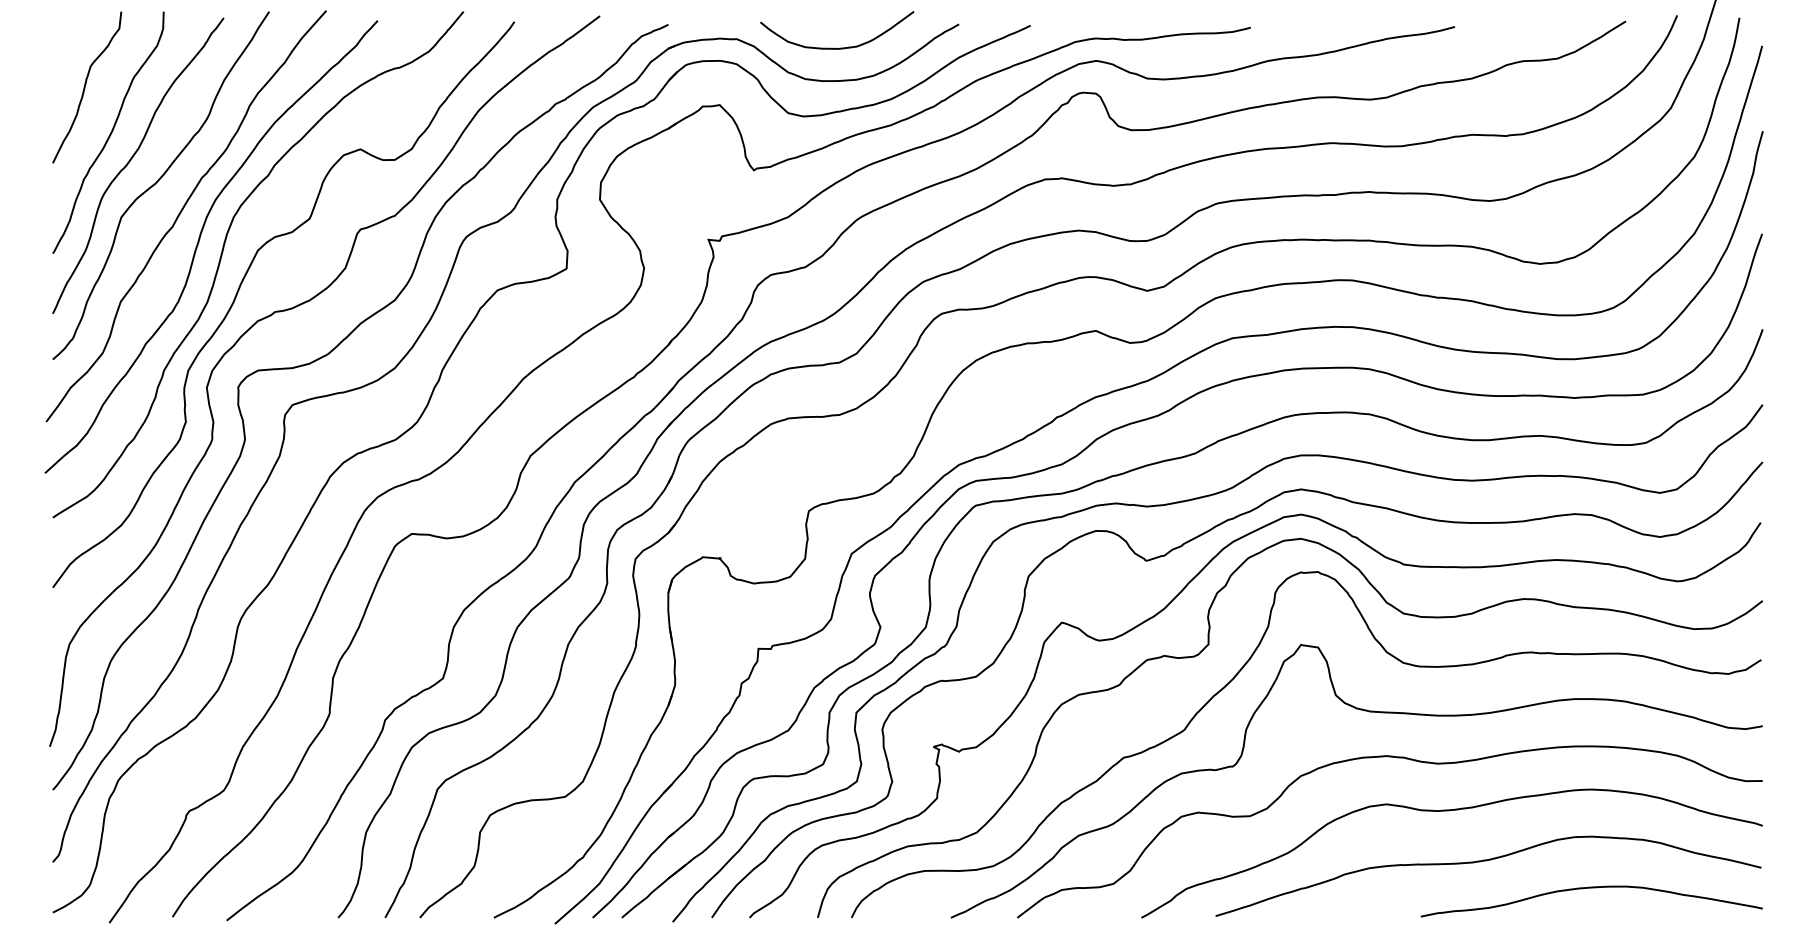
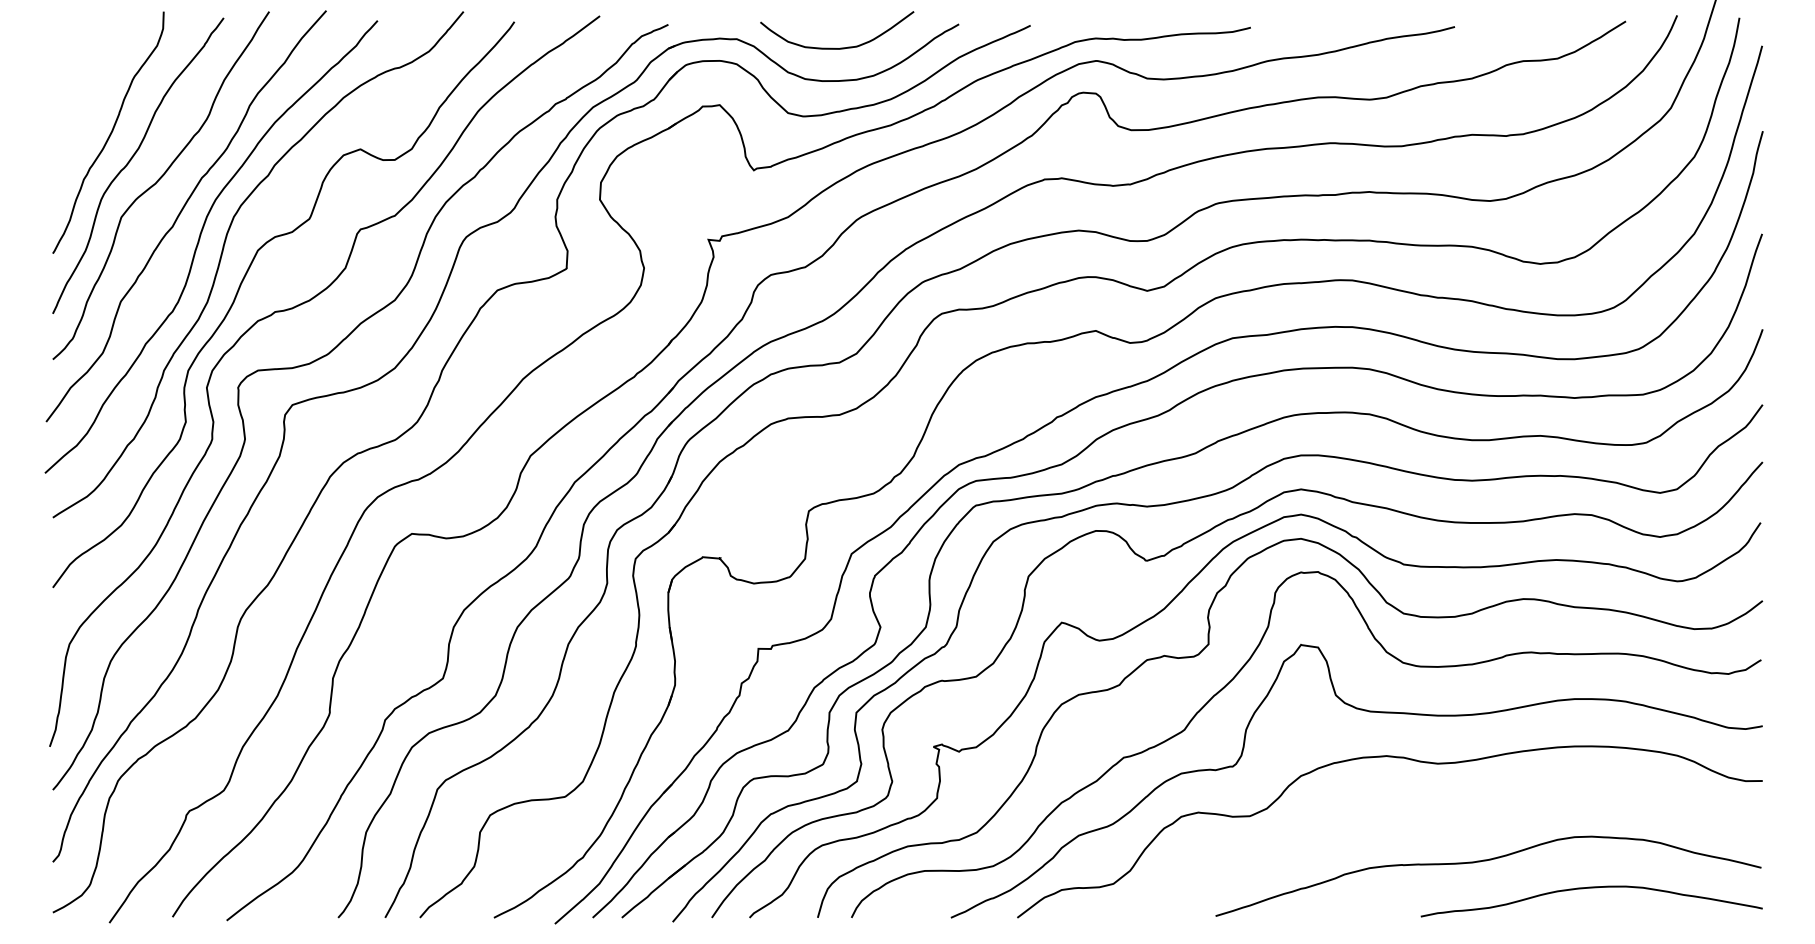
curve at (85, 87): present -> none
curve at (1449, 811): present -> none
